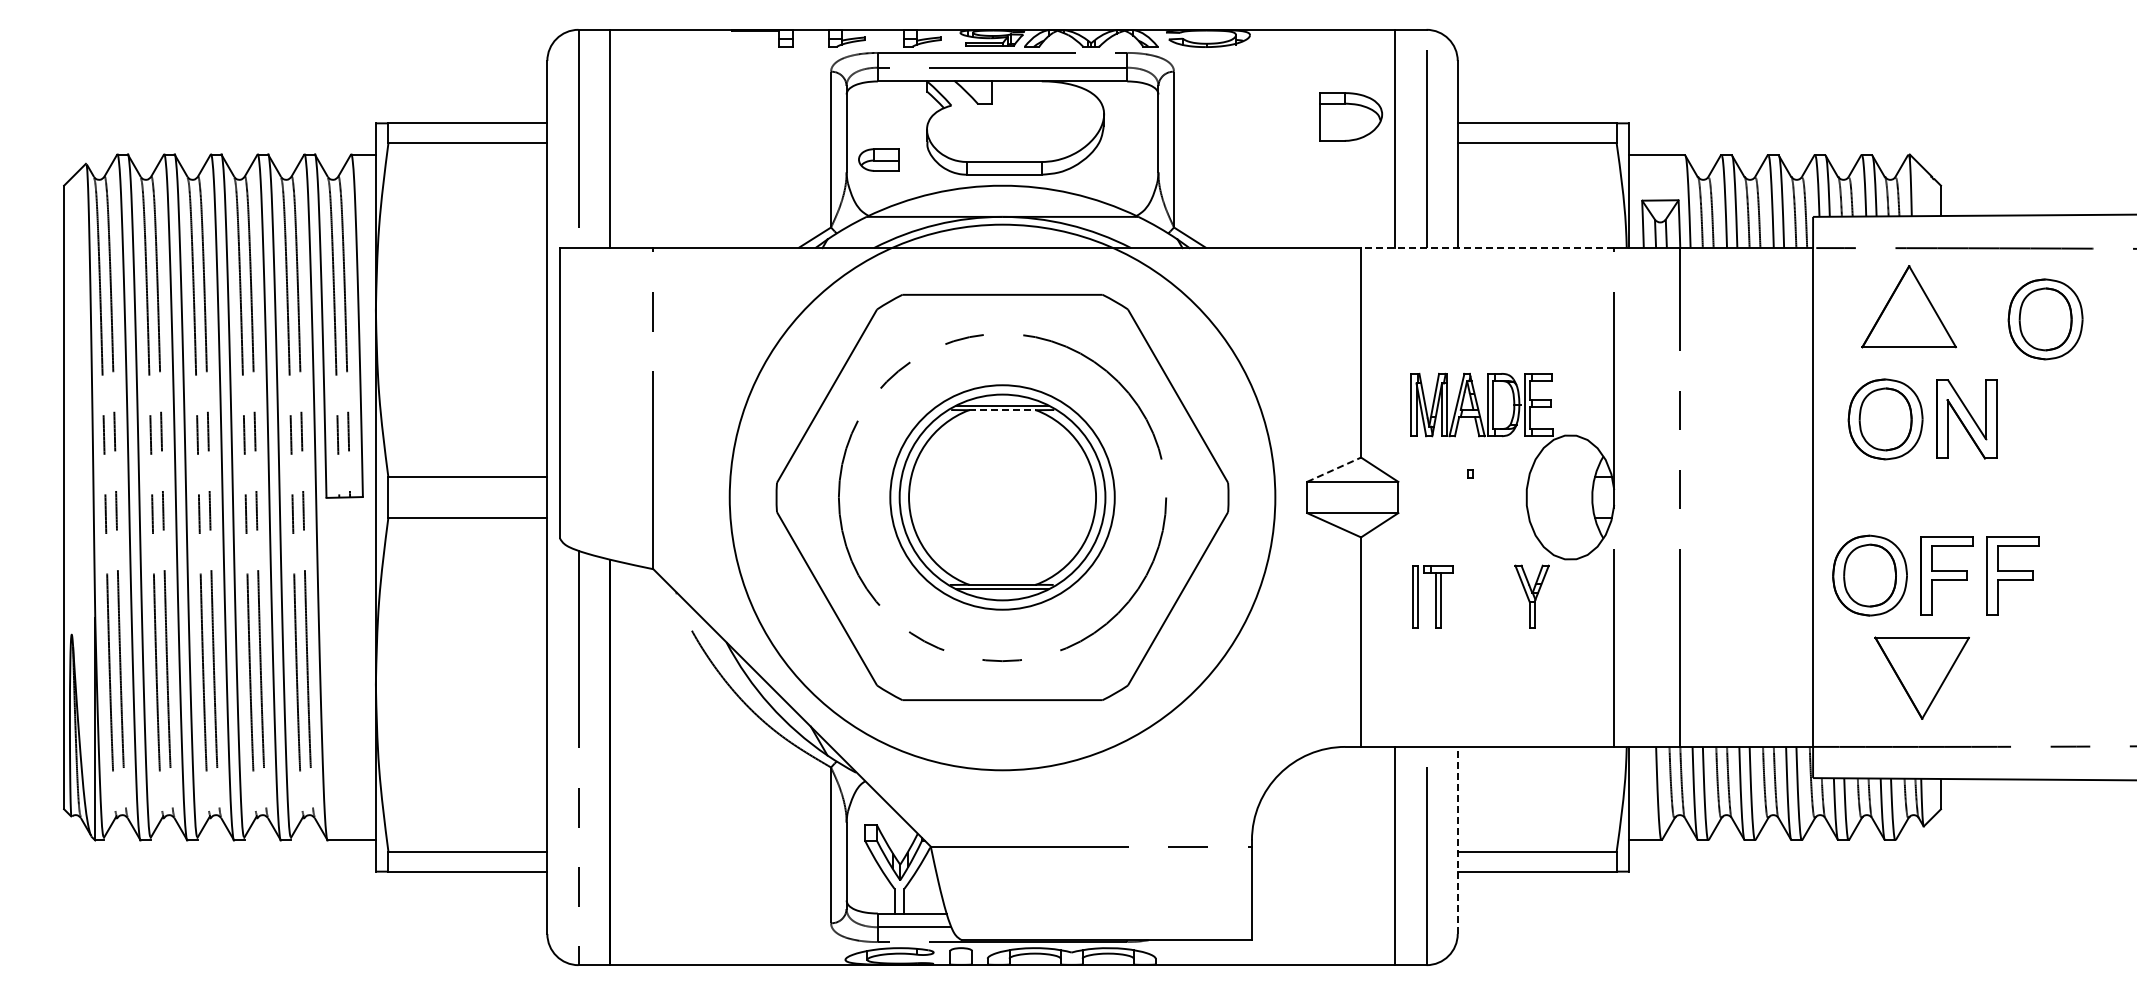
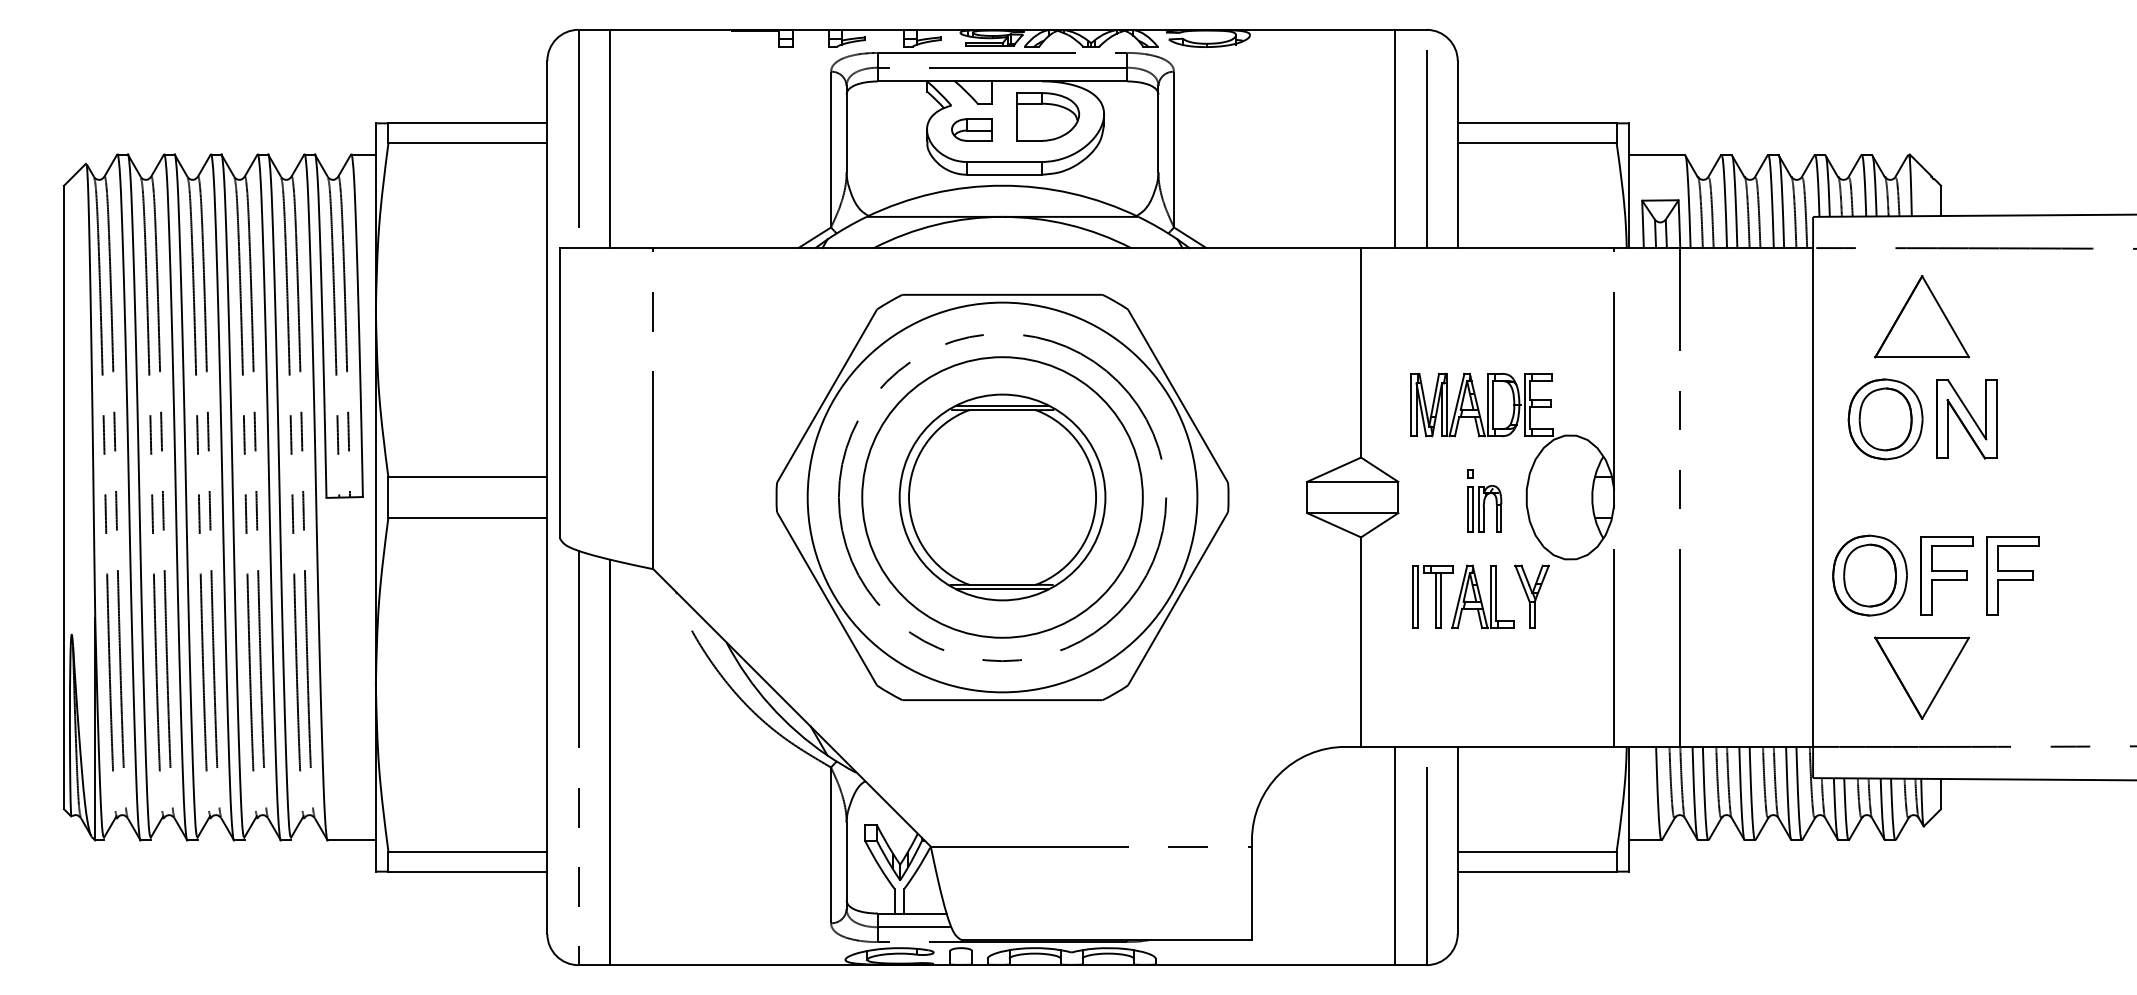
part at (1351, 116) position: (1351, 116) -> (1048, 116)
part at (878, 159) position: (878, 159) -> (971, 129)
line at (1487, 248): dashed -> solid
part at (1908, 306) position: (1908, 306) -> (1921, 316)
part at (2045, 319): present -> none
line at (1002, 410): dashed -> solid
line at (1334, 469): dashed -> solid
circle at (1002, 497) diameter: 224 px -> 281 px
circle at (1002, 497) diameter: 546 px -> 390 px
part at (1484, 508): none -> present
part at (1482, 596): none -> present
line at (1457, 840): dashed -> solid
